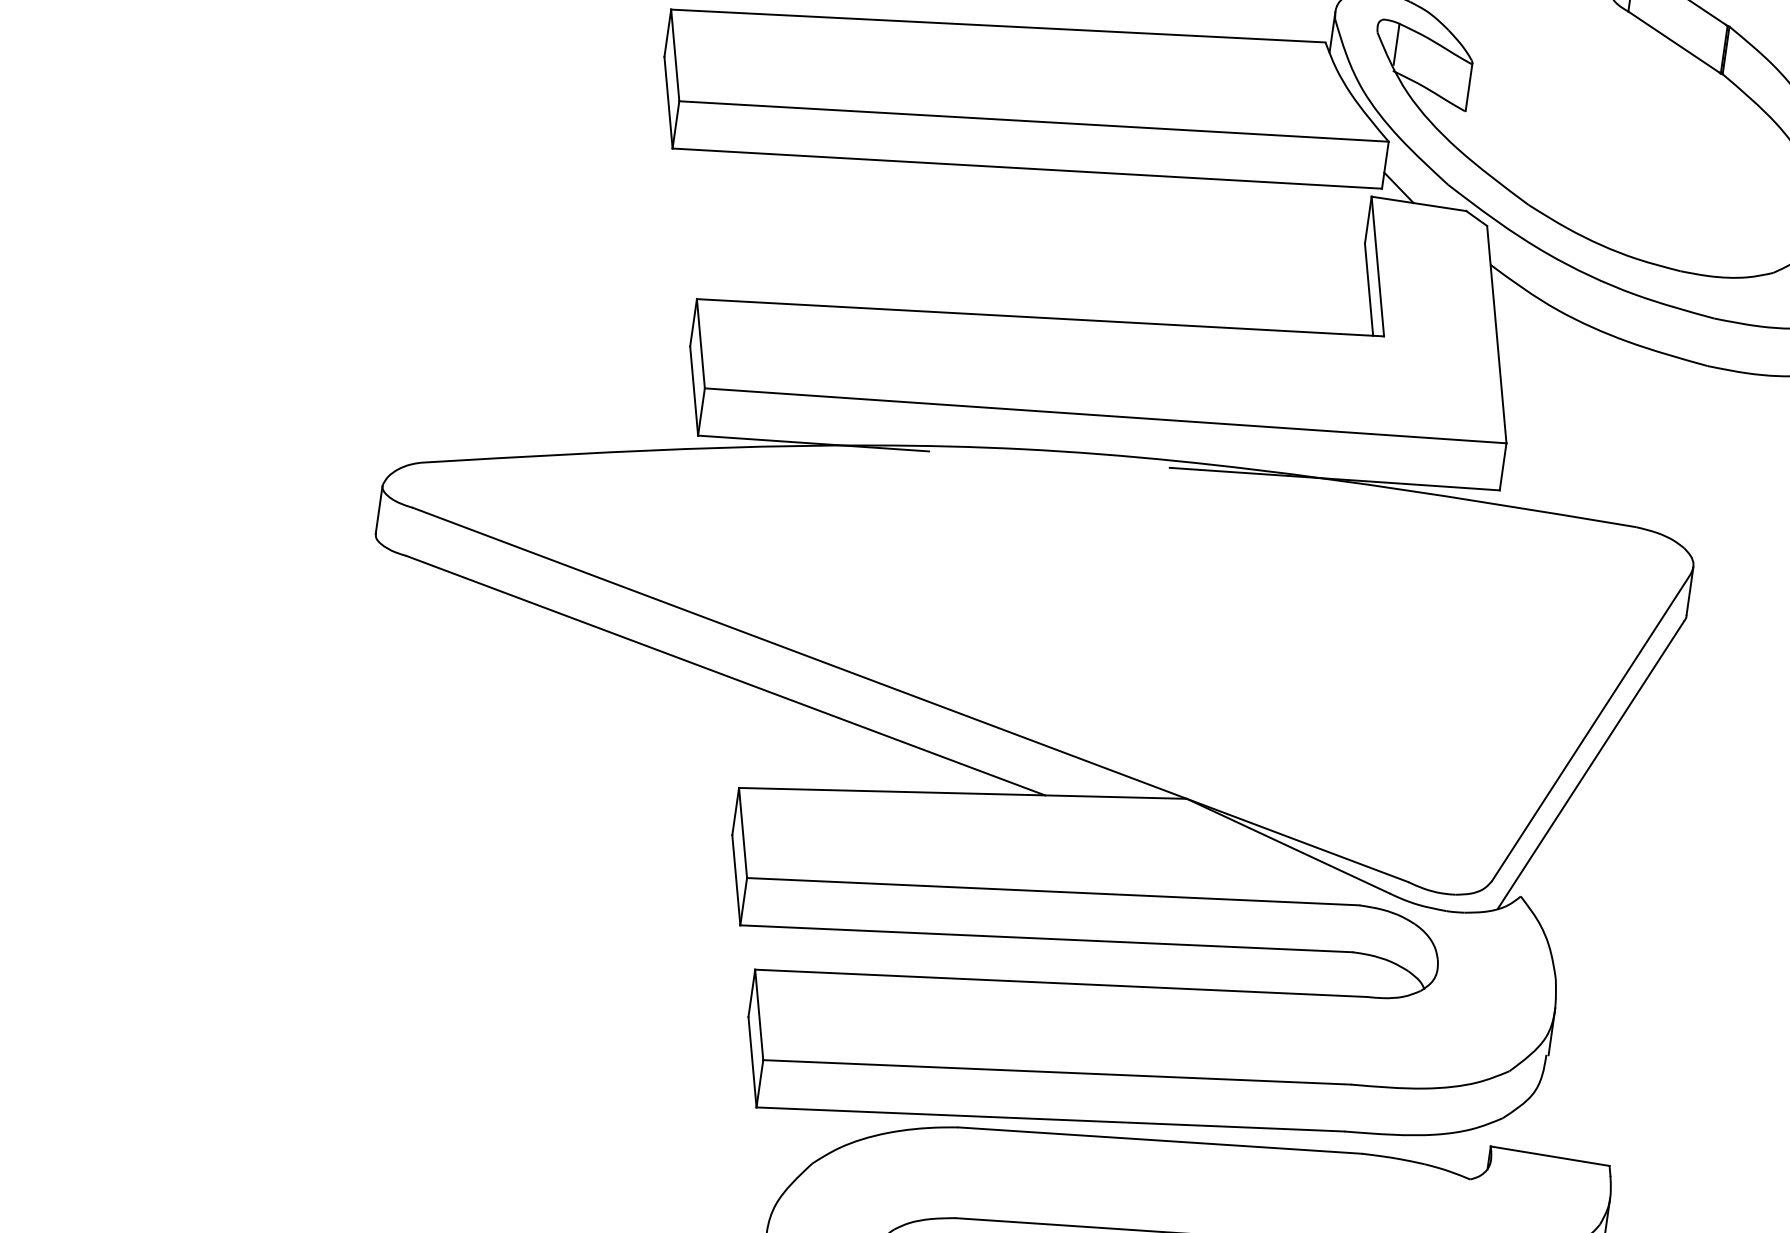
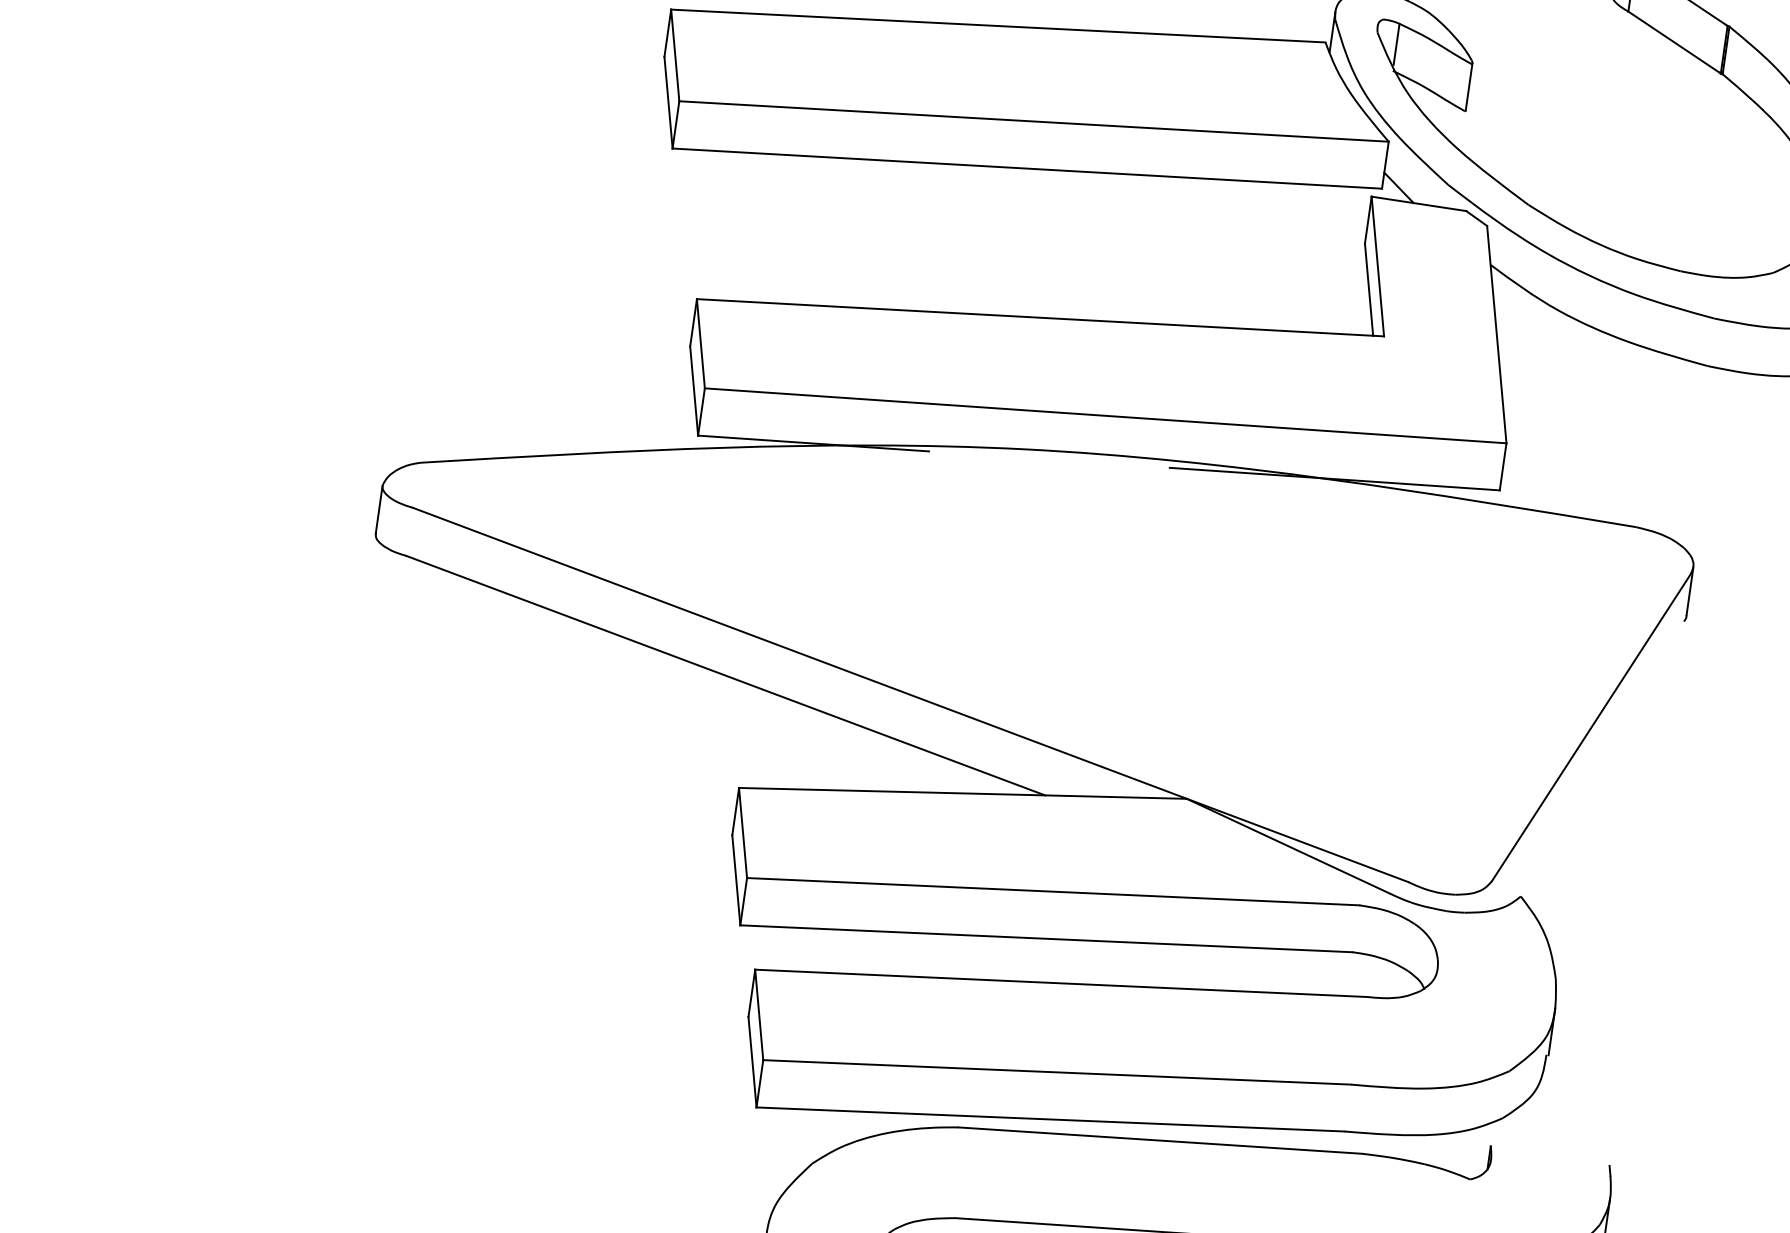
line at (1590, 764): present -> none
line at (1549, 1155): present -> none
